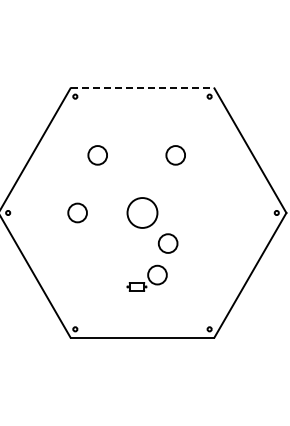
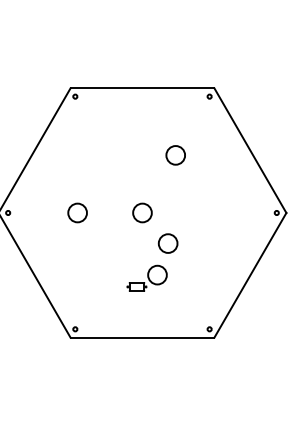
line at (142, 88): dashed -> solid
circle at (97, 155): present -> none
circle at (142, 212) diameter: 30 px -> 19 px
